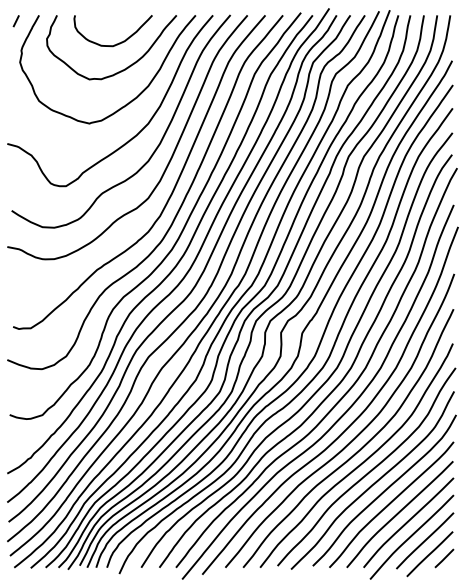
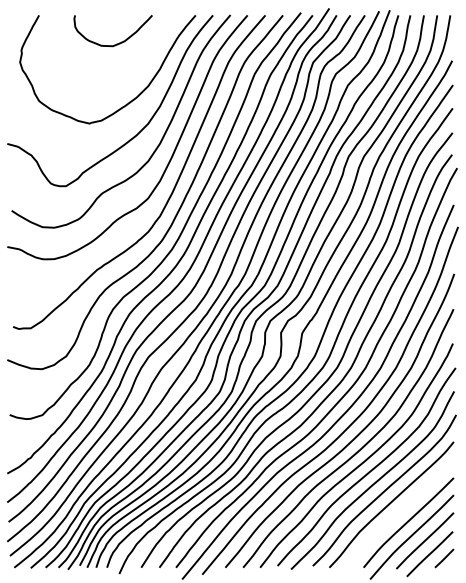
line at (15, 21): present -> none
curve at (122, 69): present -> none
curve at (399, 513): present -> none
